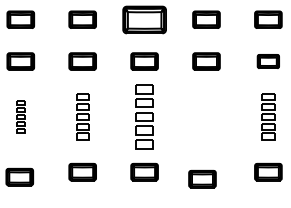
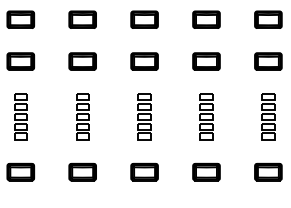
part at (144, 19) size: 45x30 px -> 29x19 px
part at (267, 61) size: 24x15 px -> 29x19 px
part at (20, 116) size: 10x34 px -> 14x48 px
part at (144, 116) size: 19x66 px -> 15x48 px
part at (206, 116): none -> present
part at (19, 176) position: (19, 176) -> (20, 171)
part at (202, 178) position: (202, 178) -> (206, 171)
